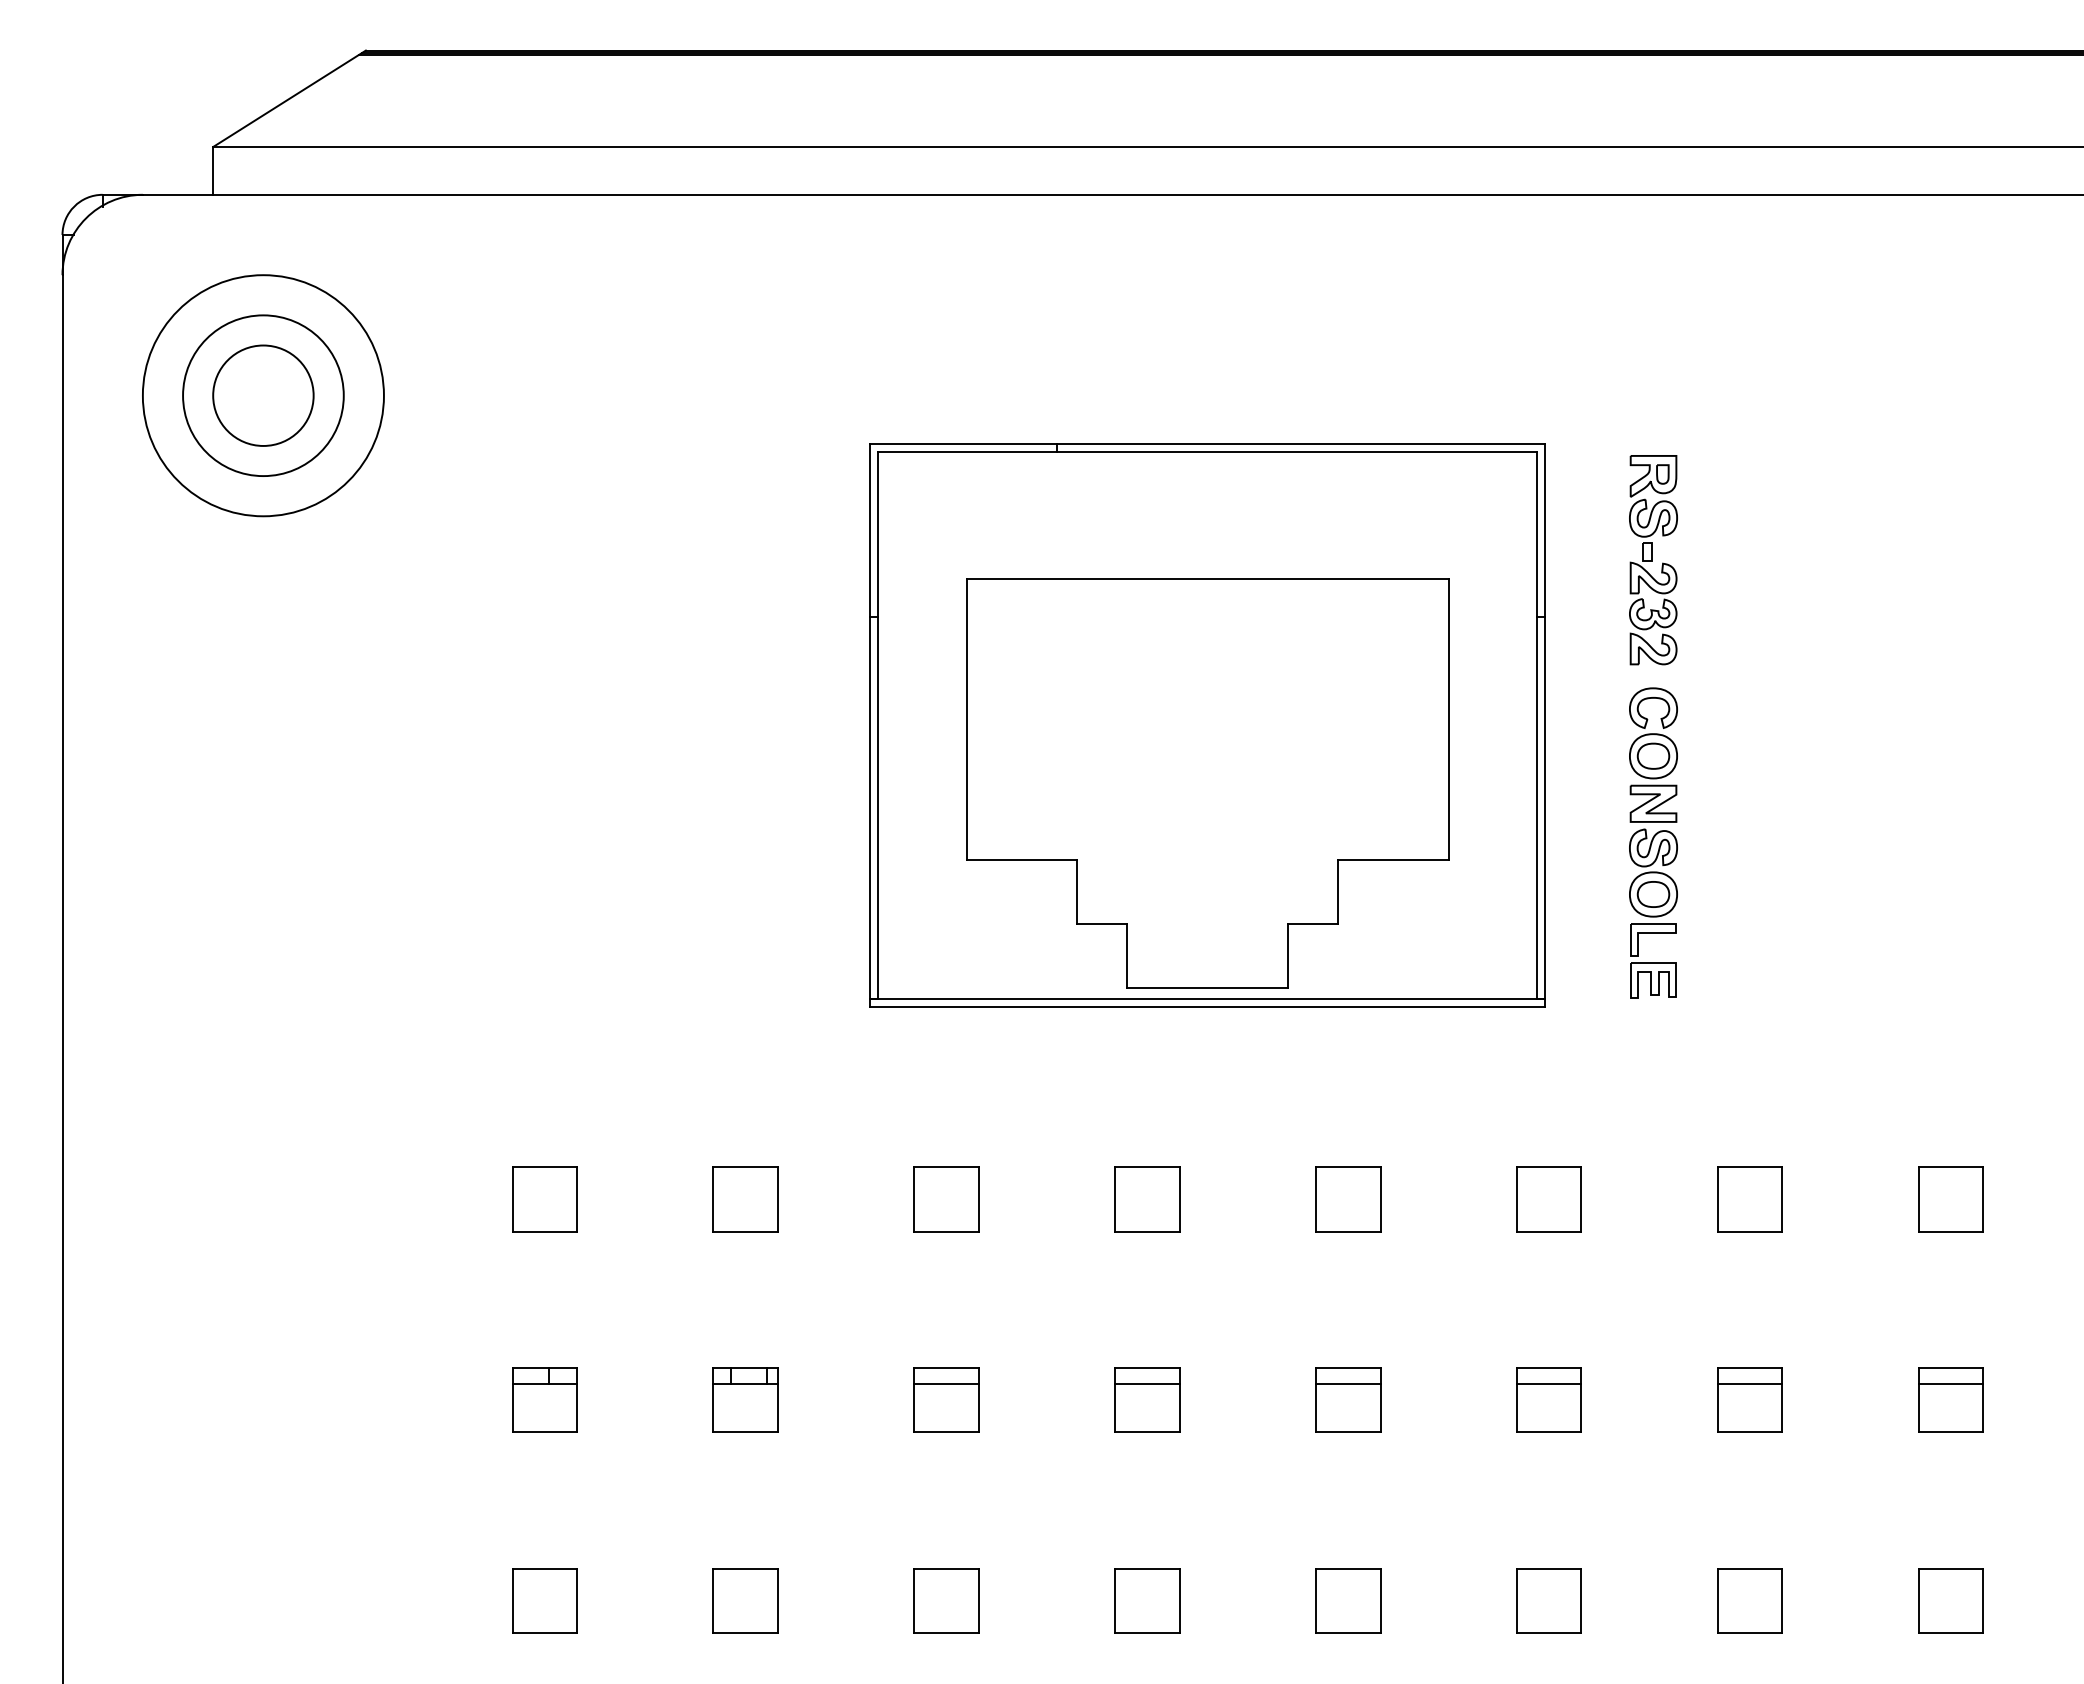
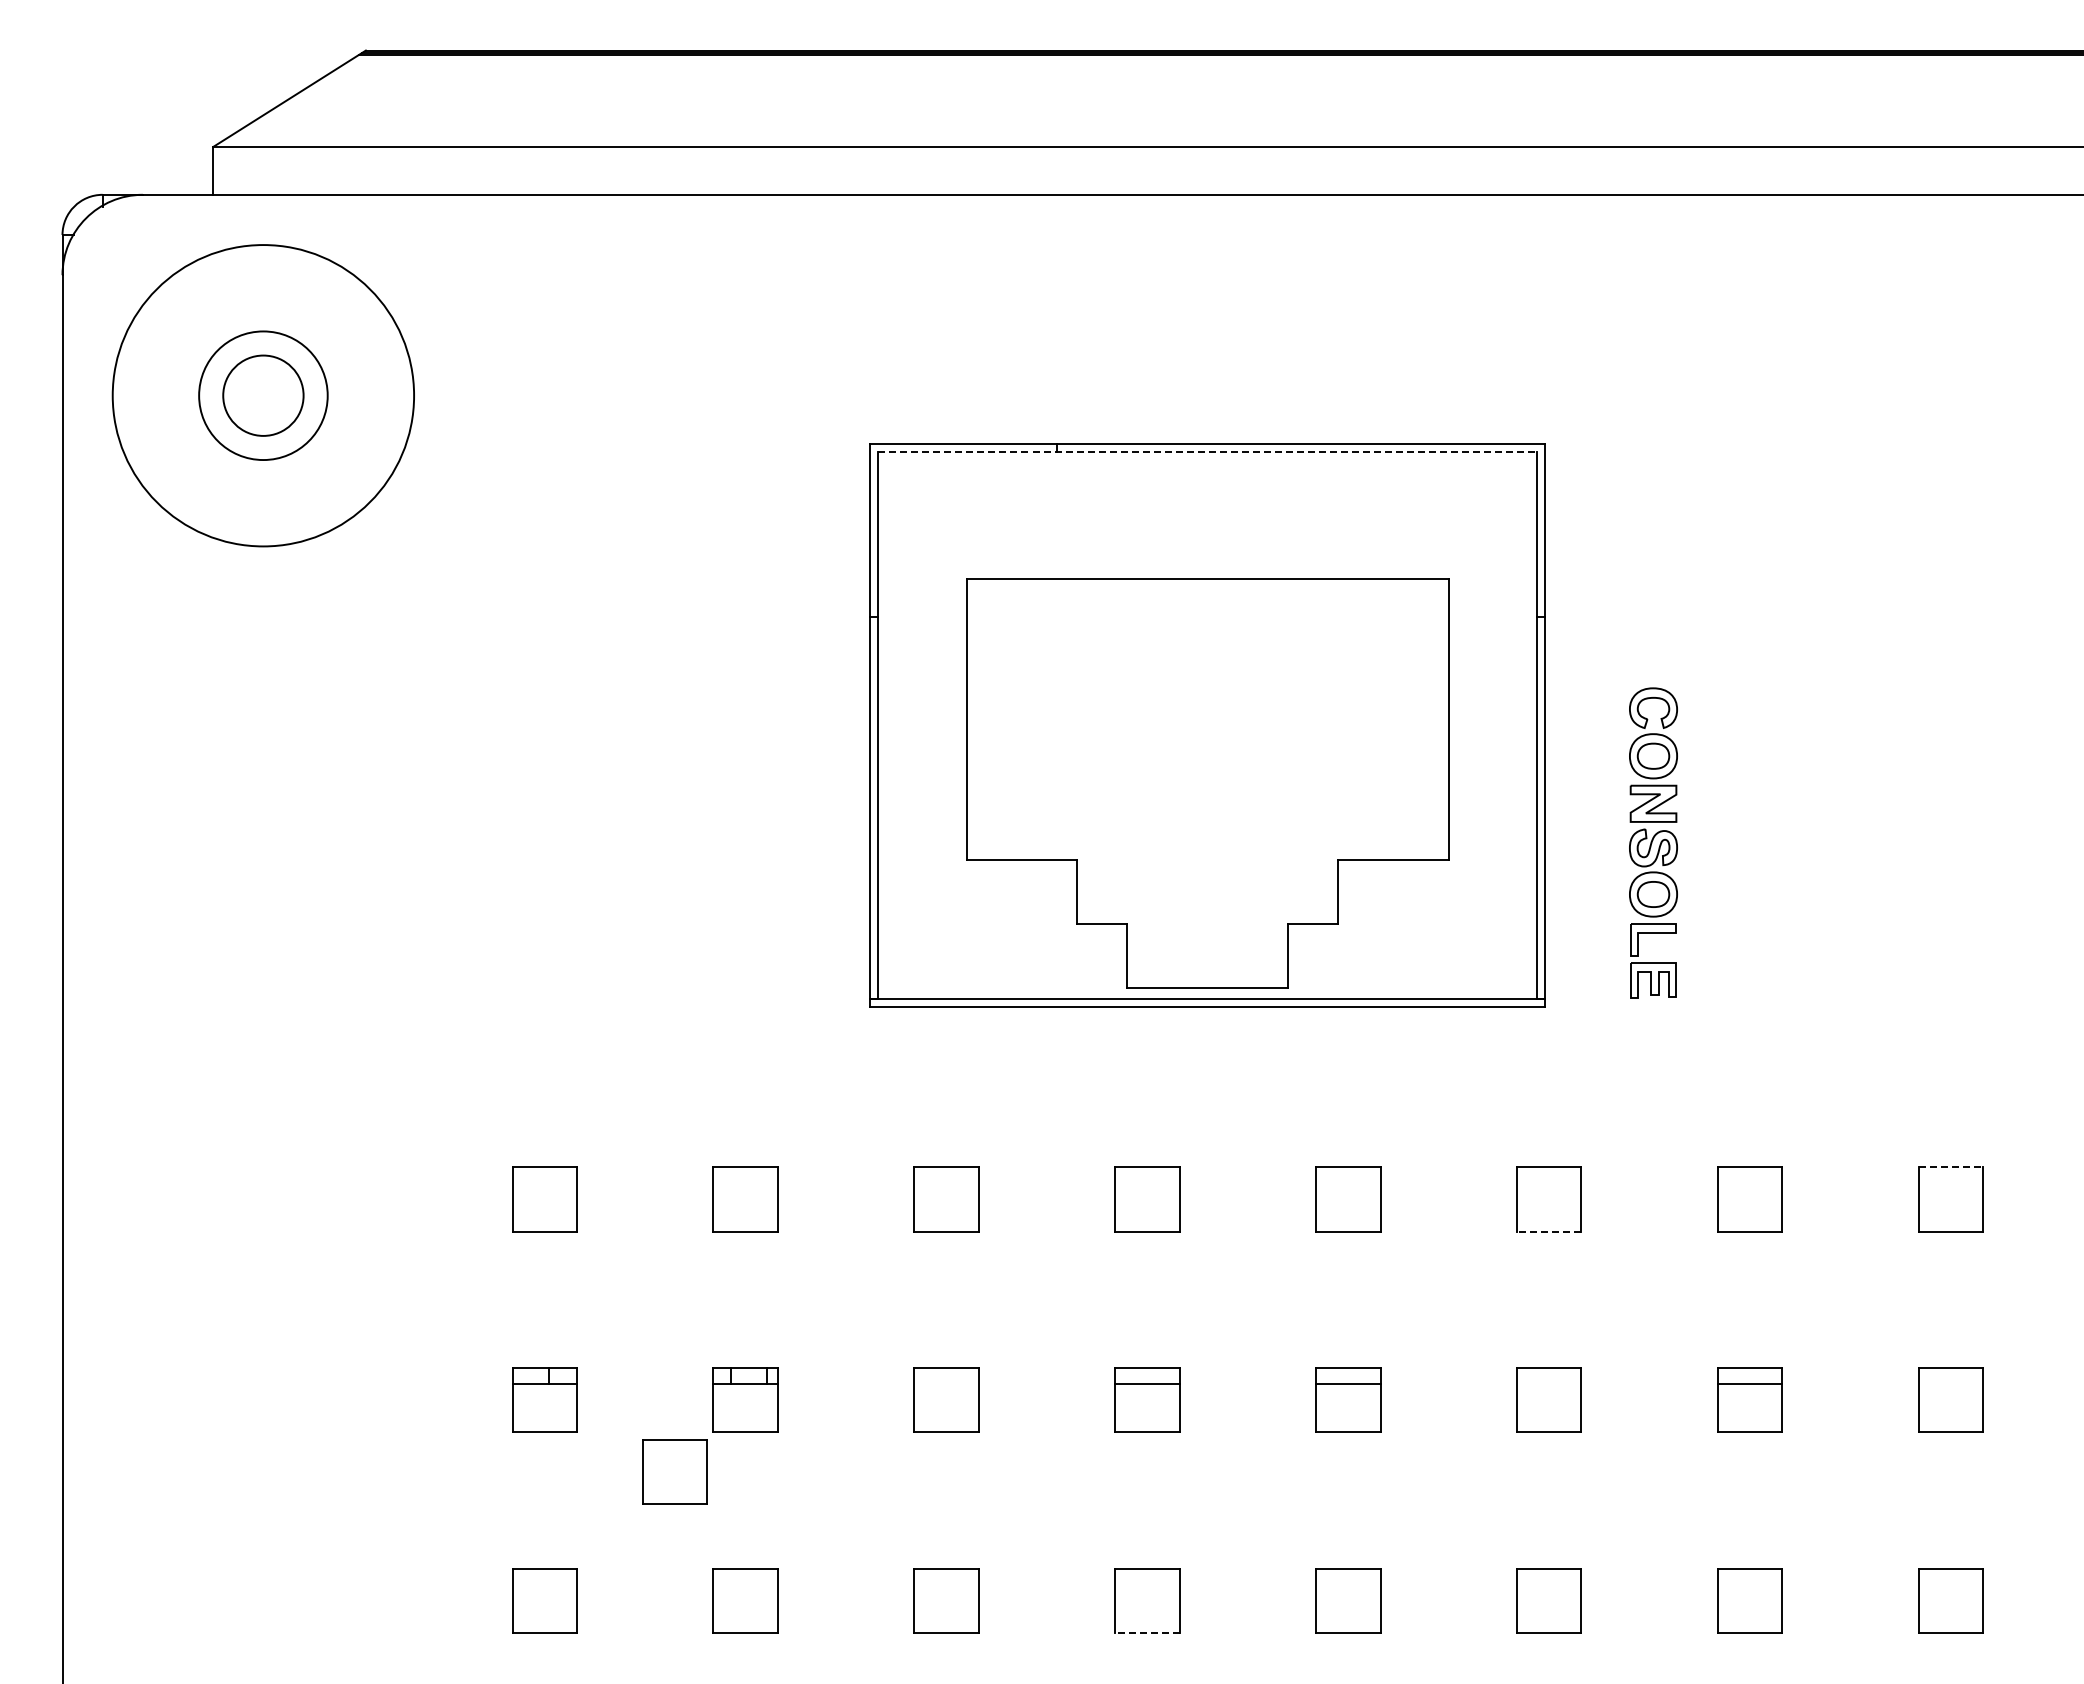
circle at (262, 395) diameter: 241 px -> 301 px
circle at (263, 395) diameter: 100 px -> 80 px
circle at (263, 395) diameter: 161 px -> 129 px
line at (1207, 452): solid -> dashed
part at (1653, 560): present -> none
line at (1951, 1167): solid -> dashed
line at (1548, 1231): solid -> dashed
line at (946, 1384): present -> none
line at (1549, 1384): present -> none
line at (1951, 1384): present -> none
part at (674, 1471): none -> present
line at (1146, 1633): solid -> dashed
